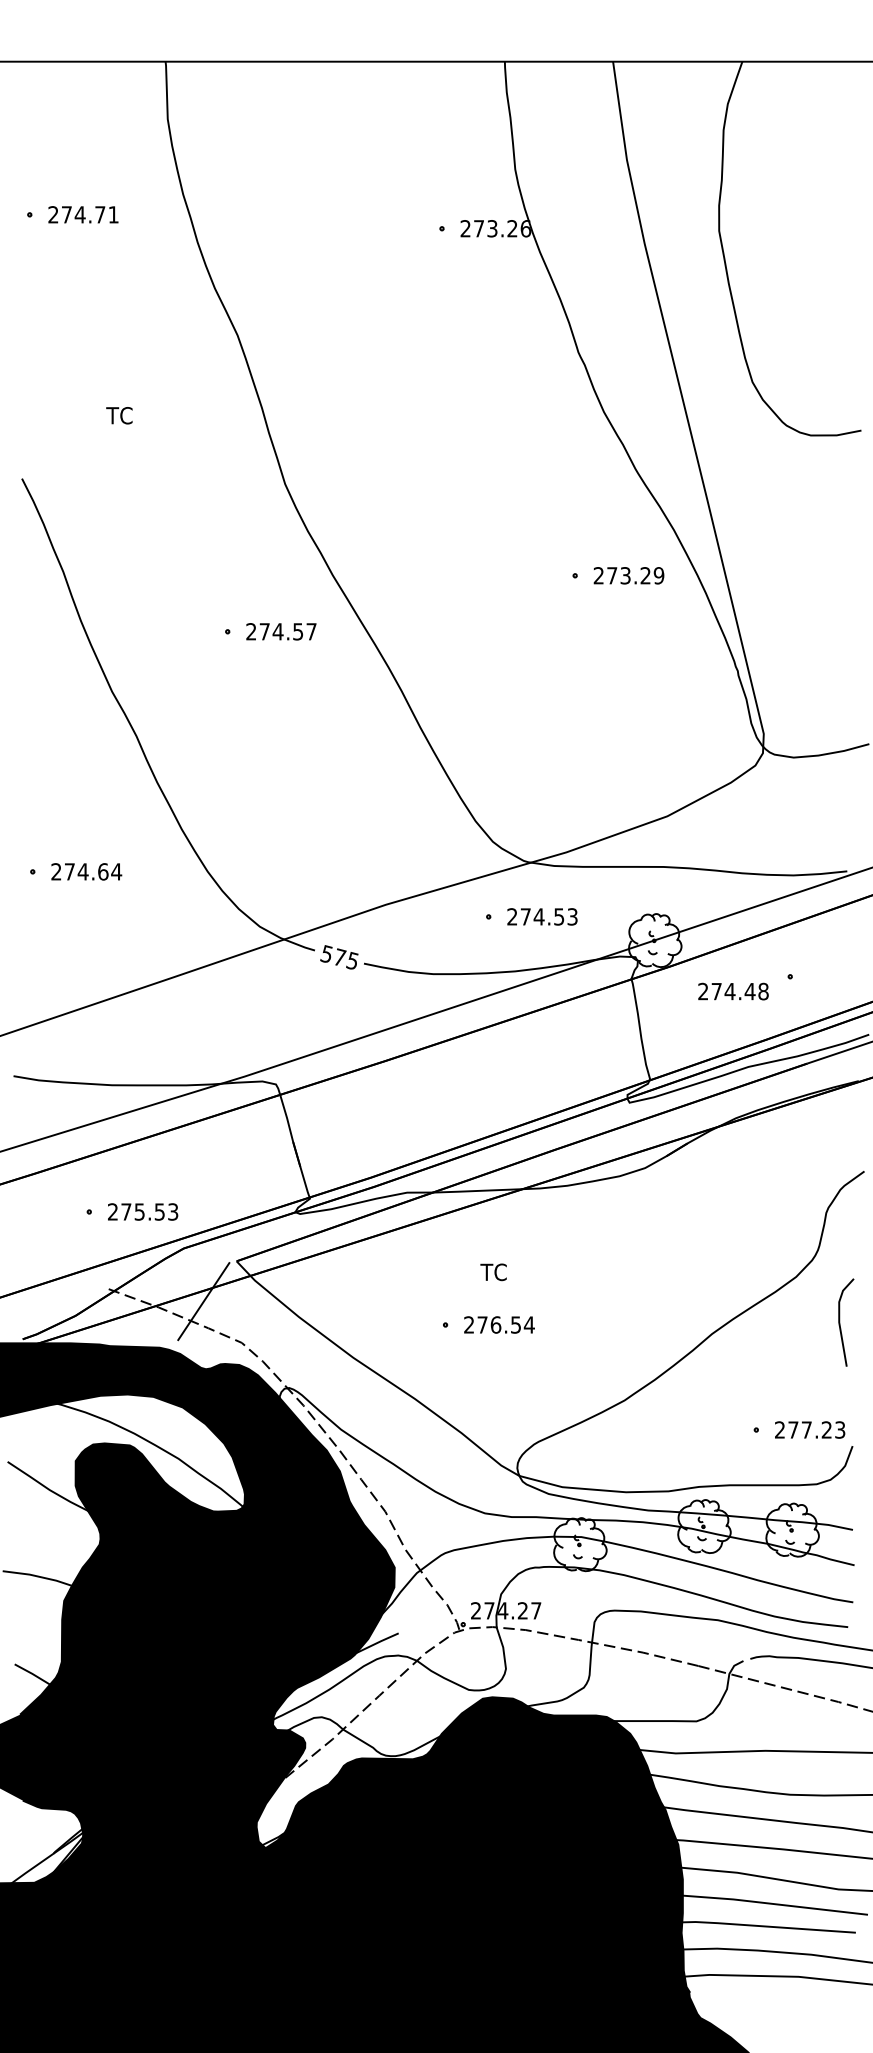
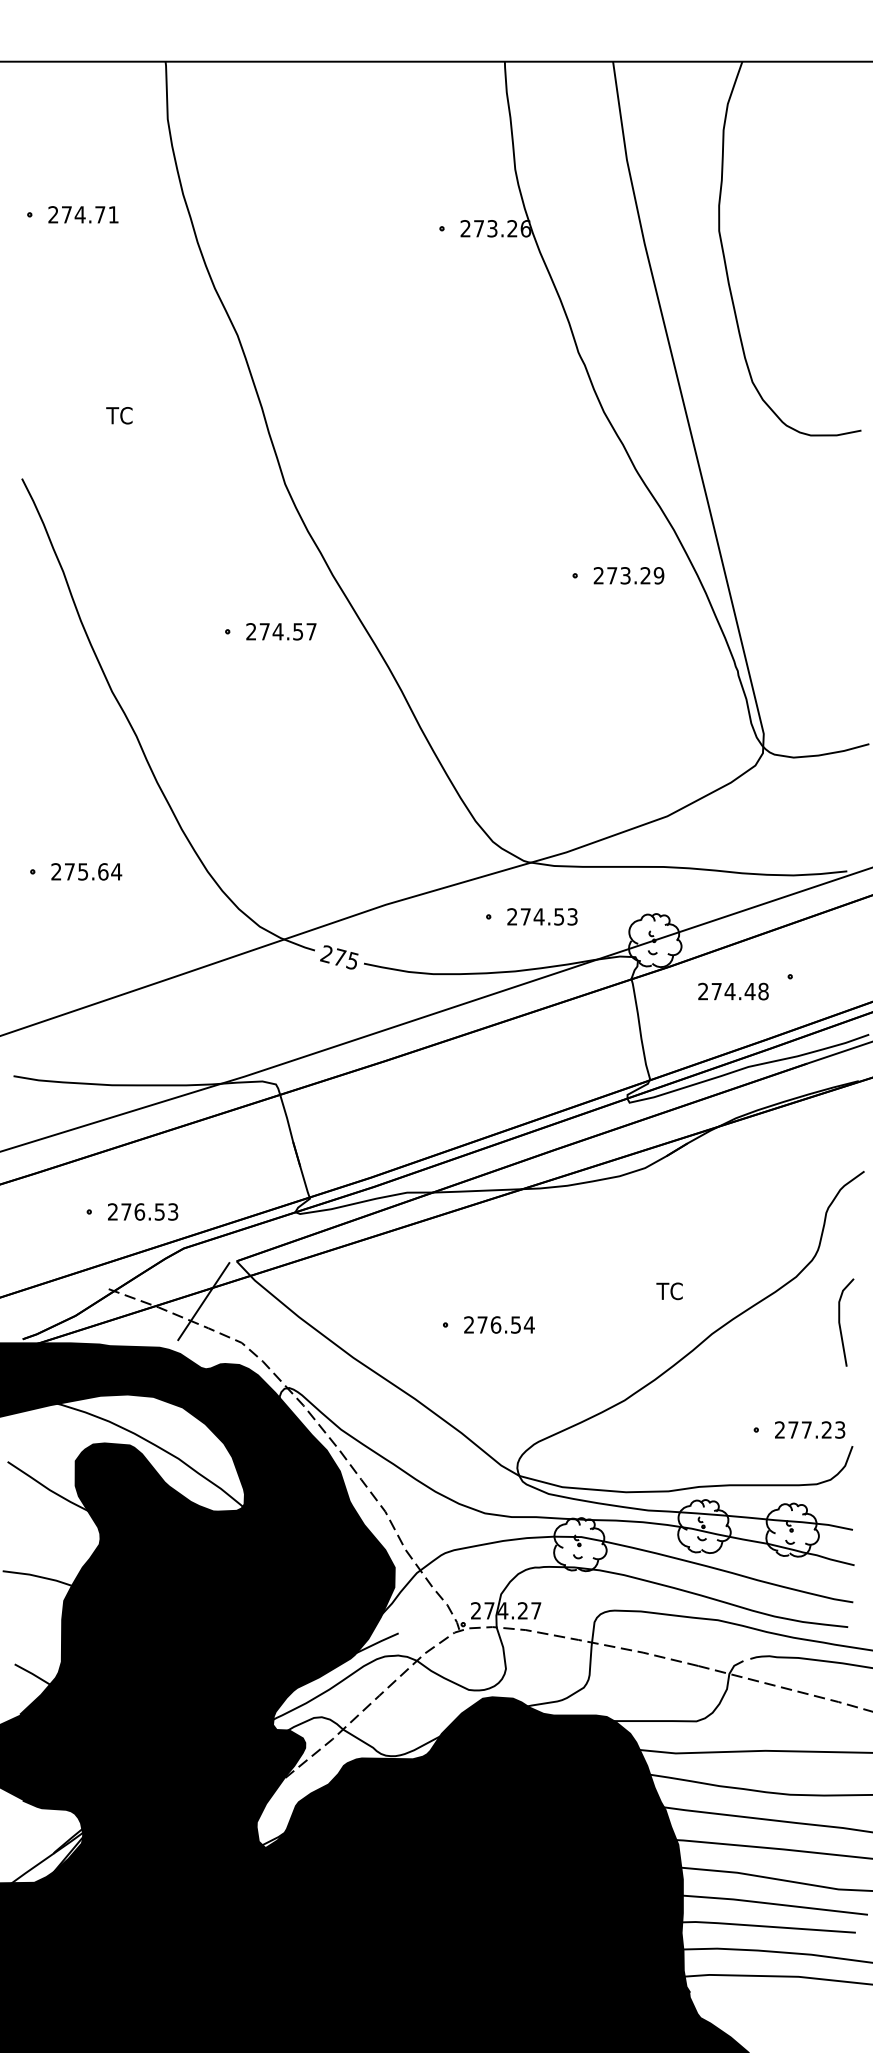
text at (82, 871): 274.64 -> 275.64
text at (326, 954): 575 -> 275
text at (139, 1211): 275.53 -> 276.53
text at (493, 1272) position: (493, 1272) -> (669, 1291)
